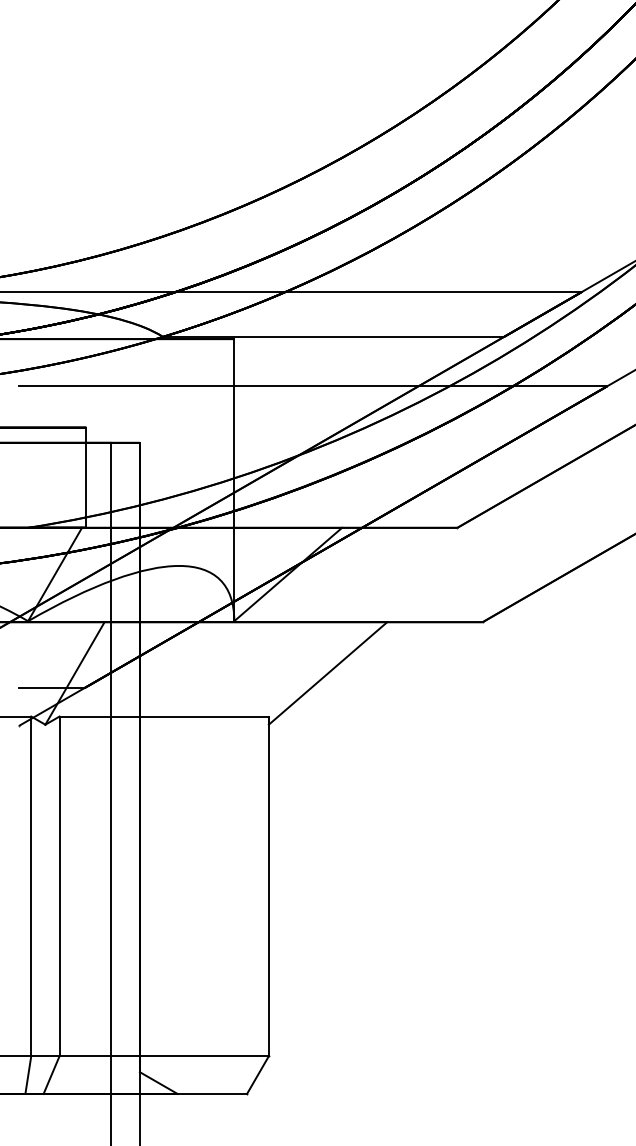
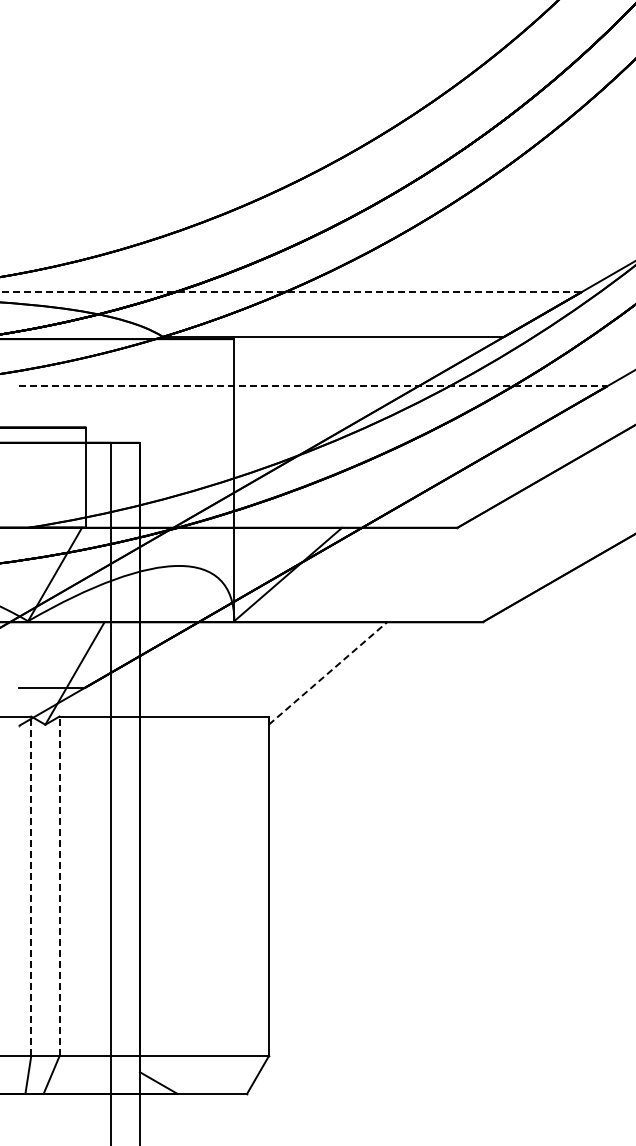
line at (291, 291): solid -> dashed
line at (313, 386): solid -> dashed
line at (328, 673): solid -> dashed
line at (31, 886): solid -> dashed
line at (59, 886): solid -> dashed
